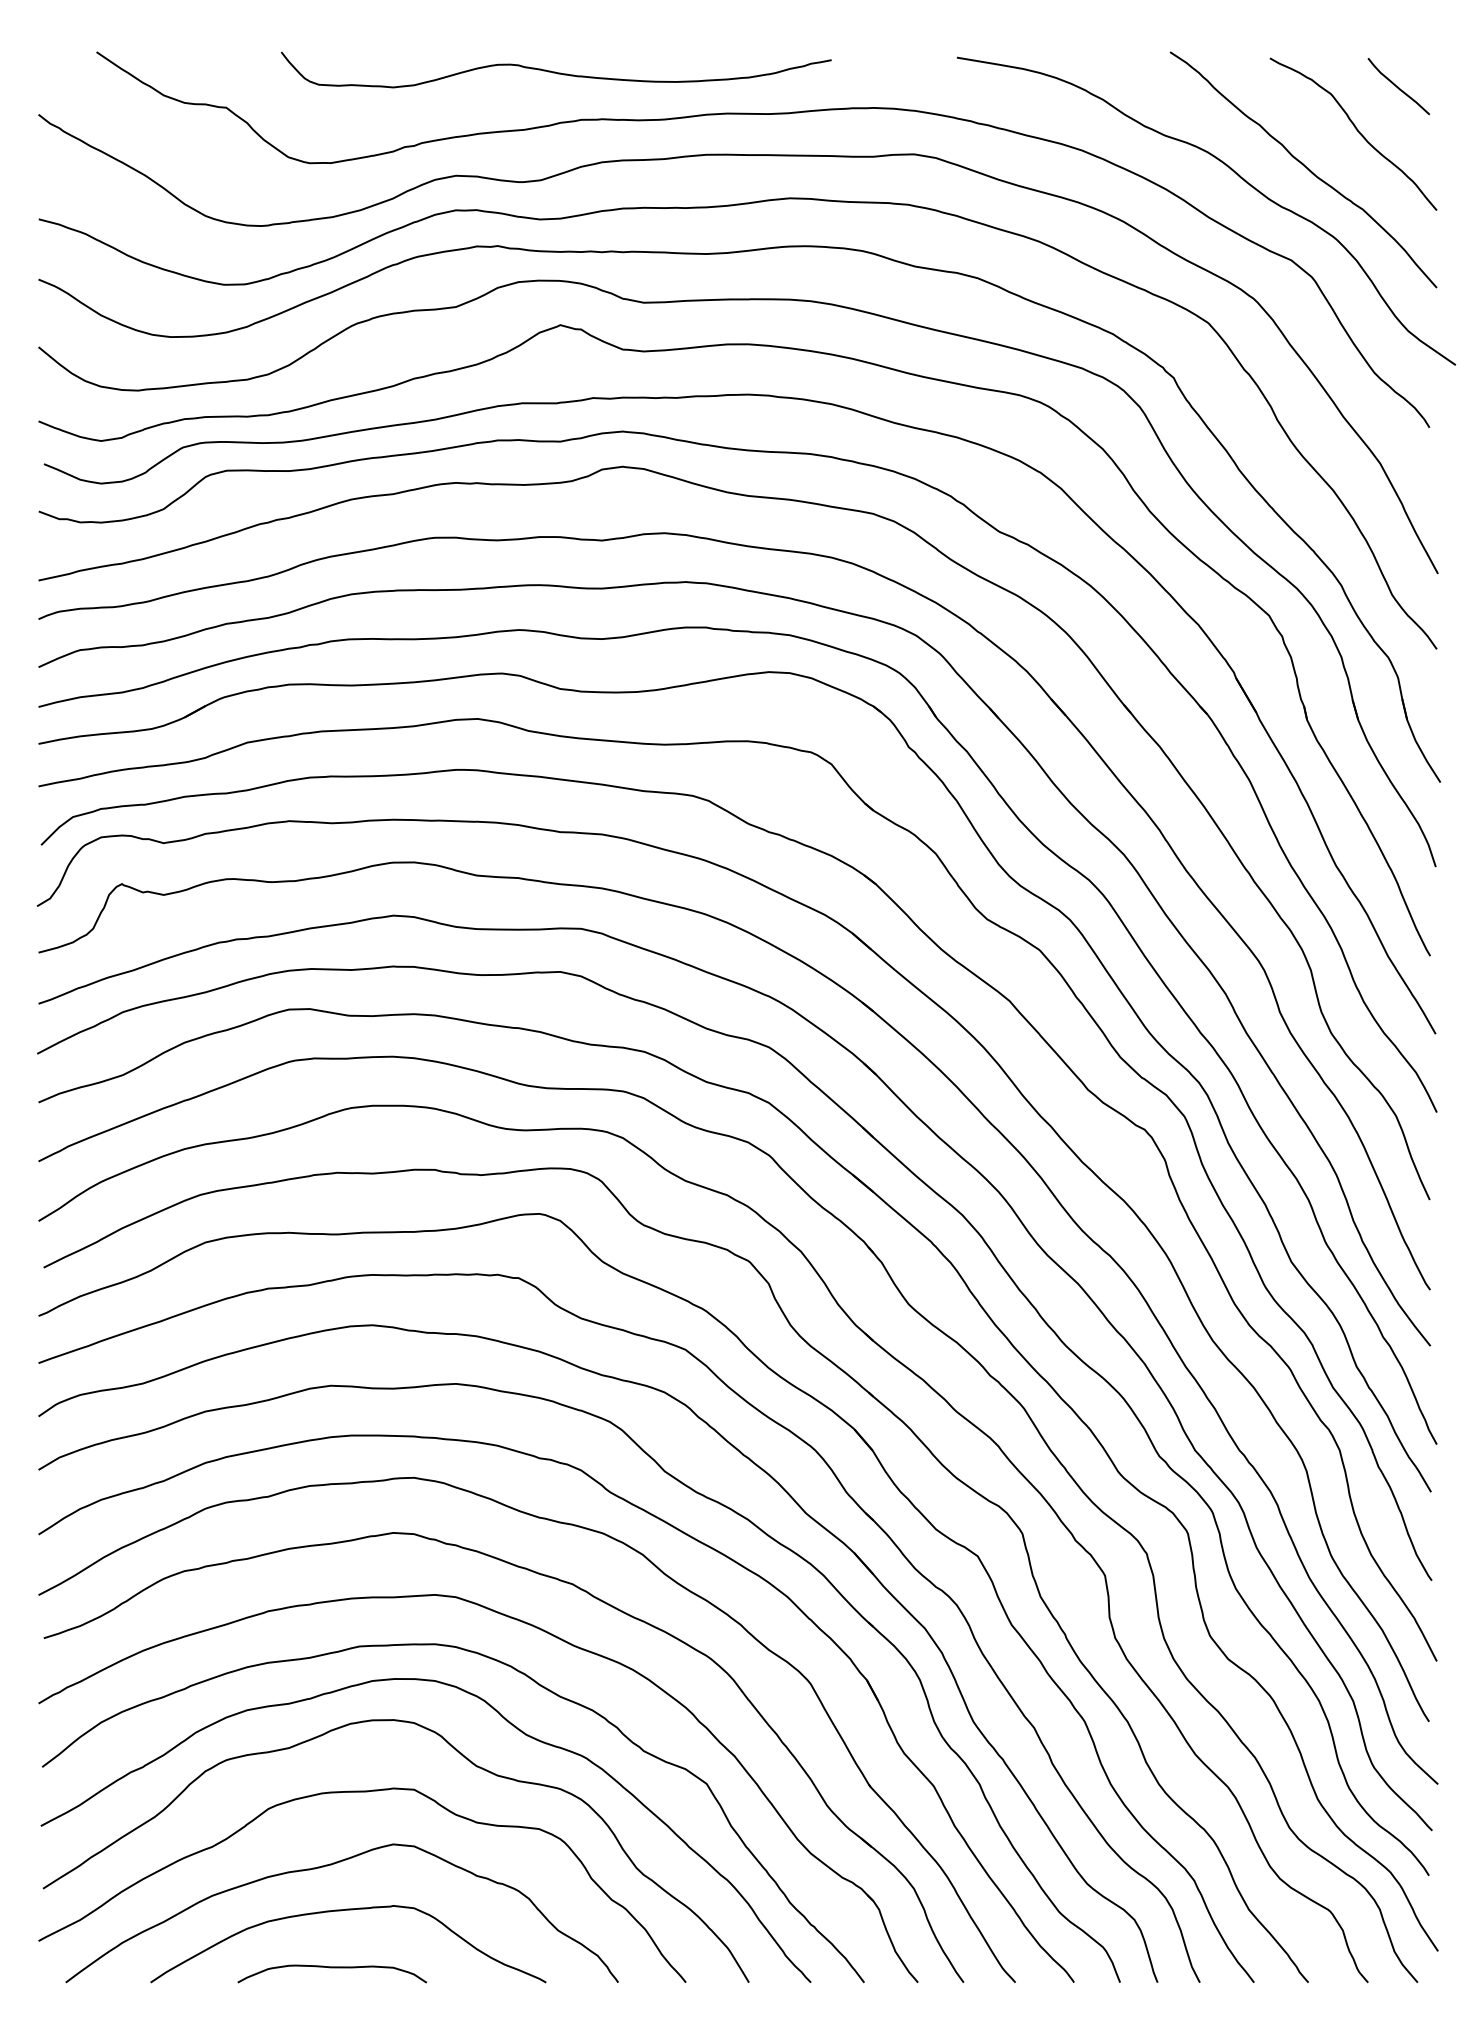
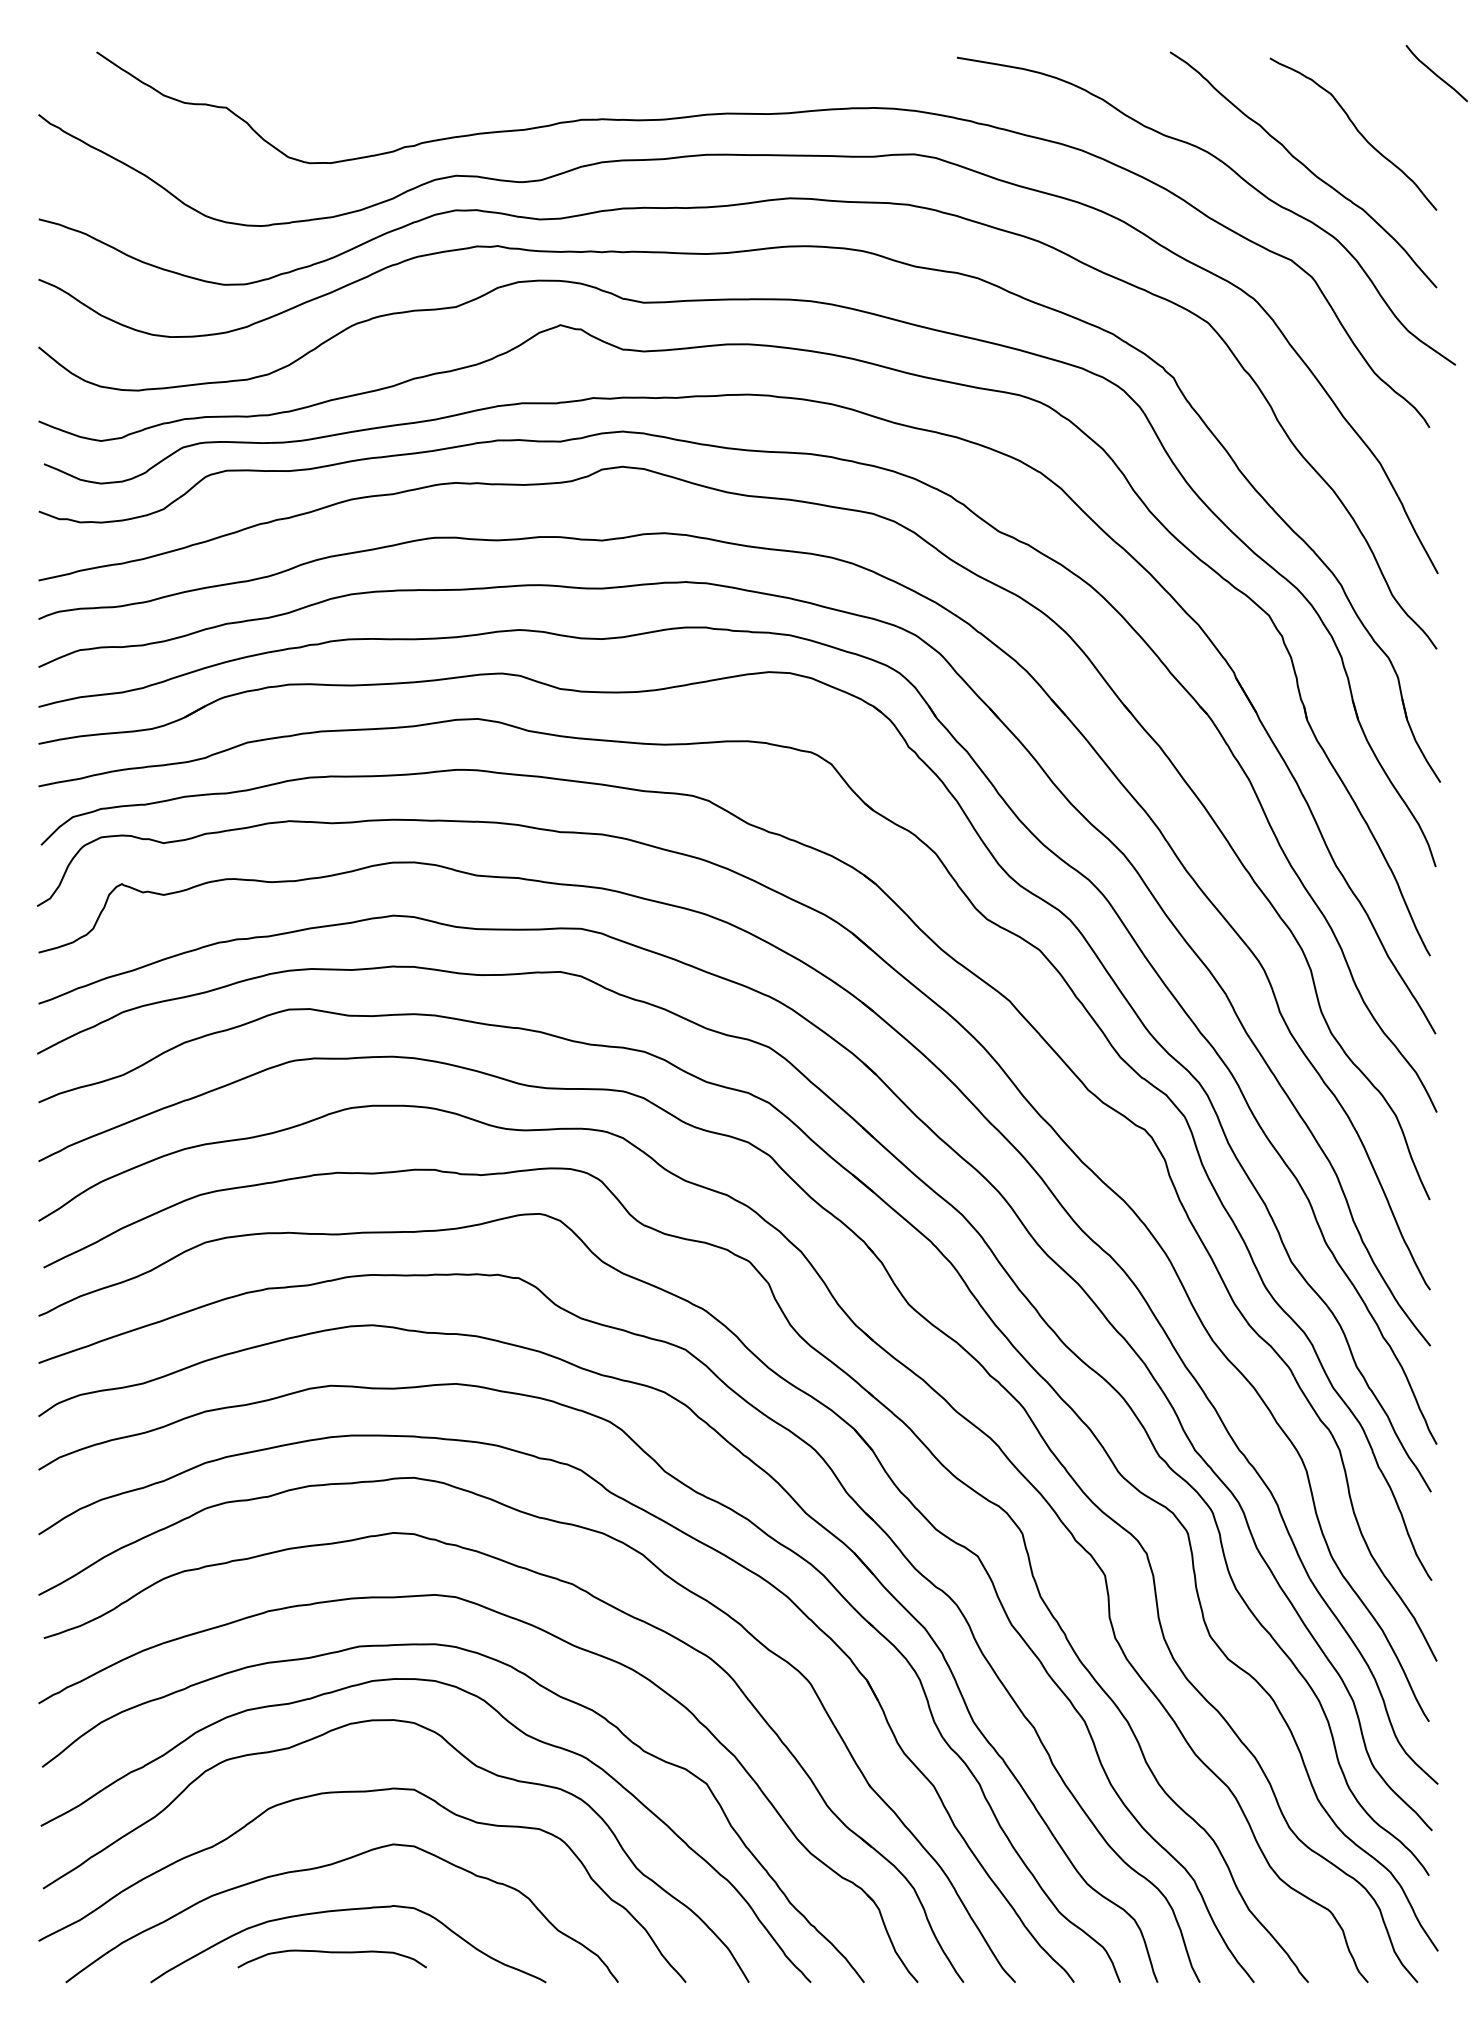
curve at (555, 71): present -> none
curve at (1398, 86) position: (1398, 86) -> (1436, 73)
curve at (331, 1968) position: (331, 1968) -> (331, 1953)
